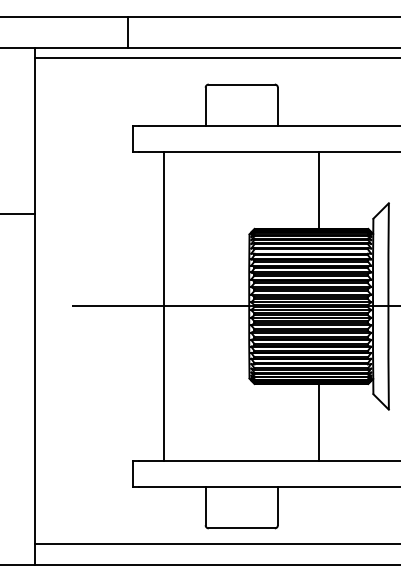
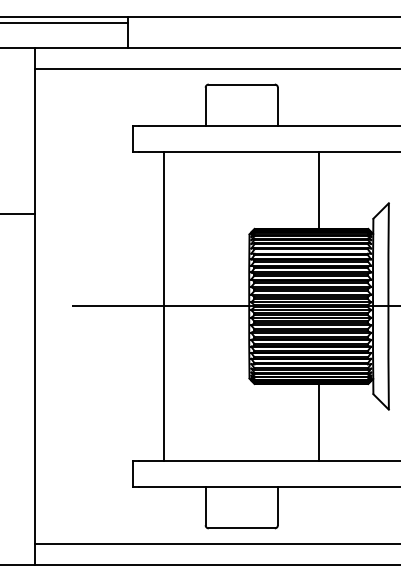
line at (65, 22): none -> present
line at (216, 58) position: (216, 58) -> (216, 69)
